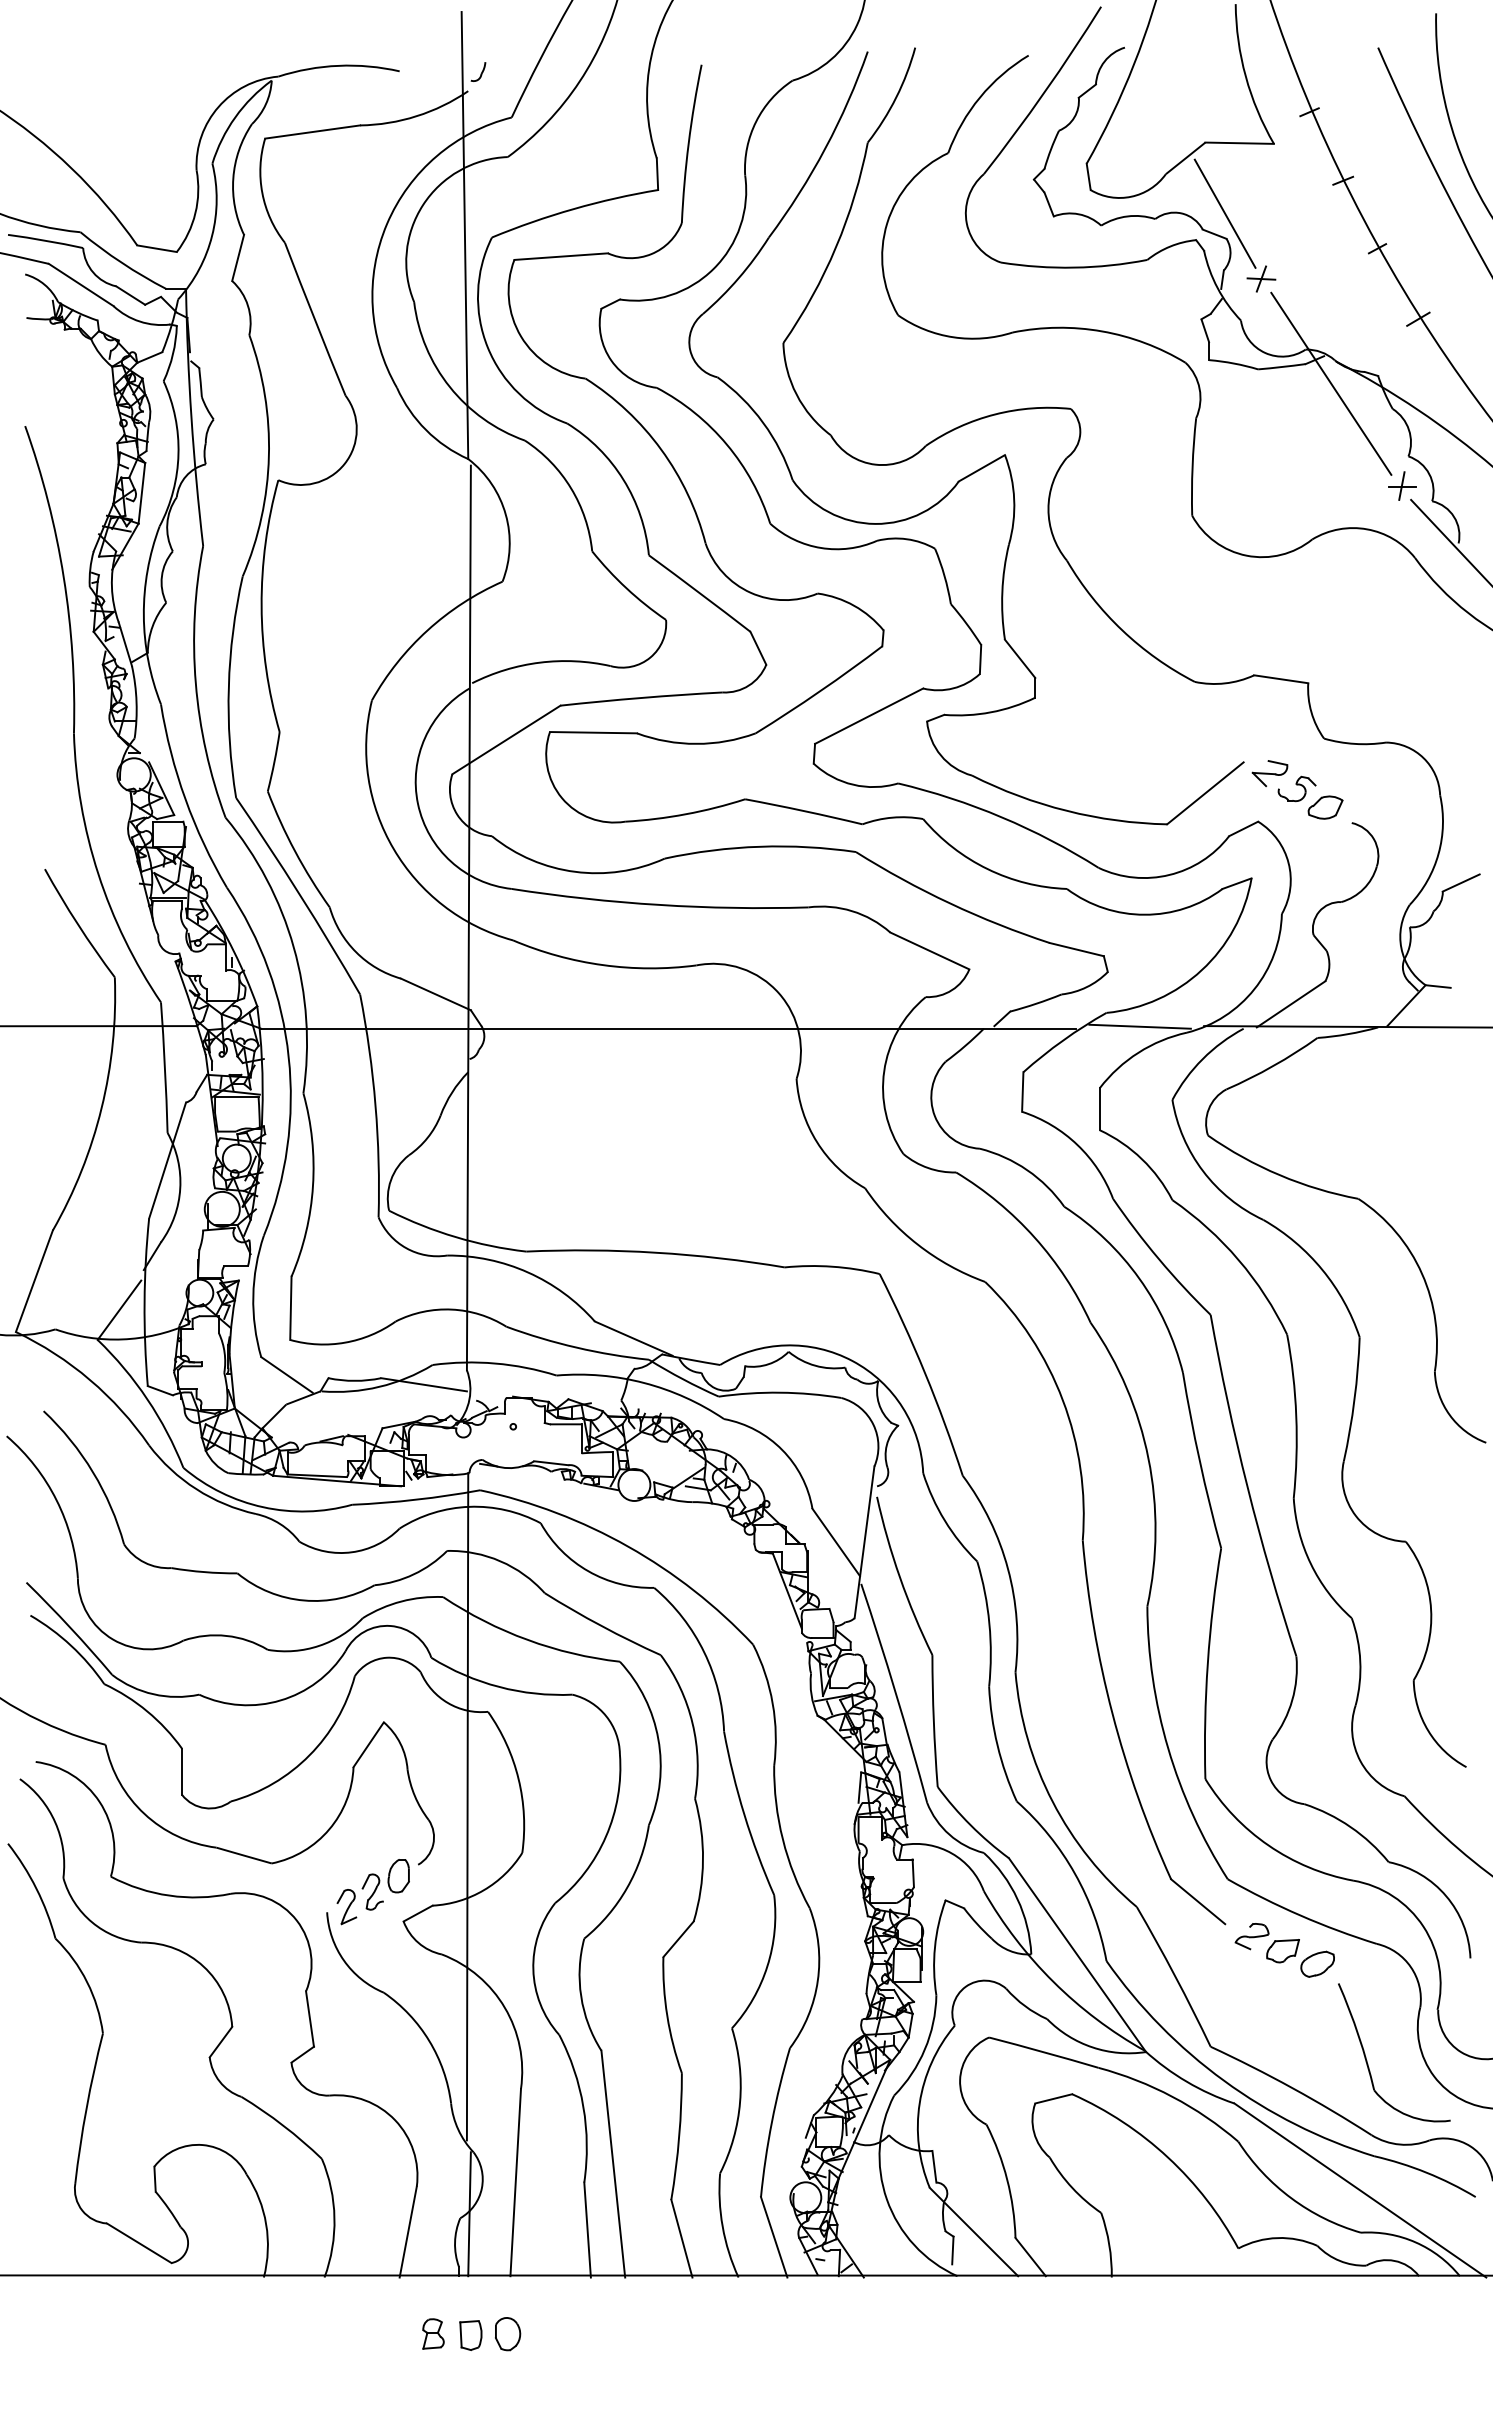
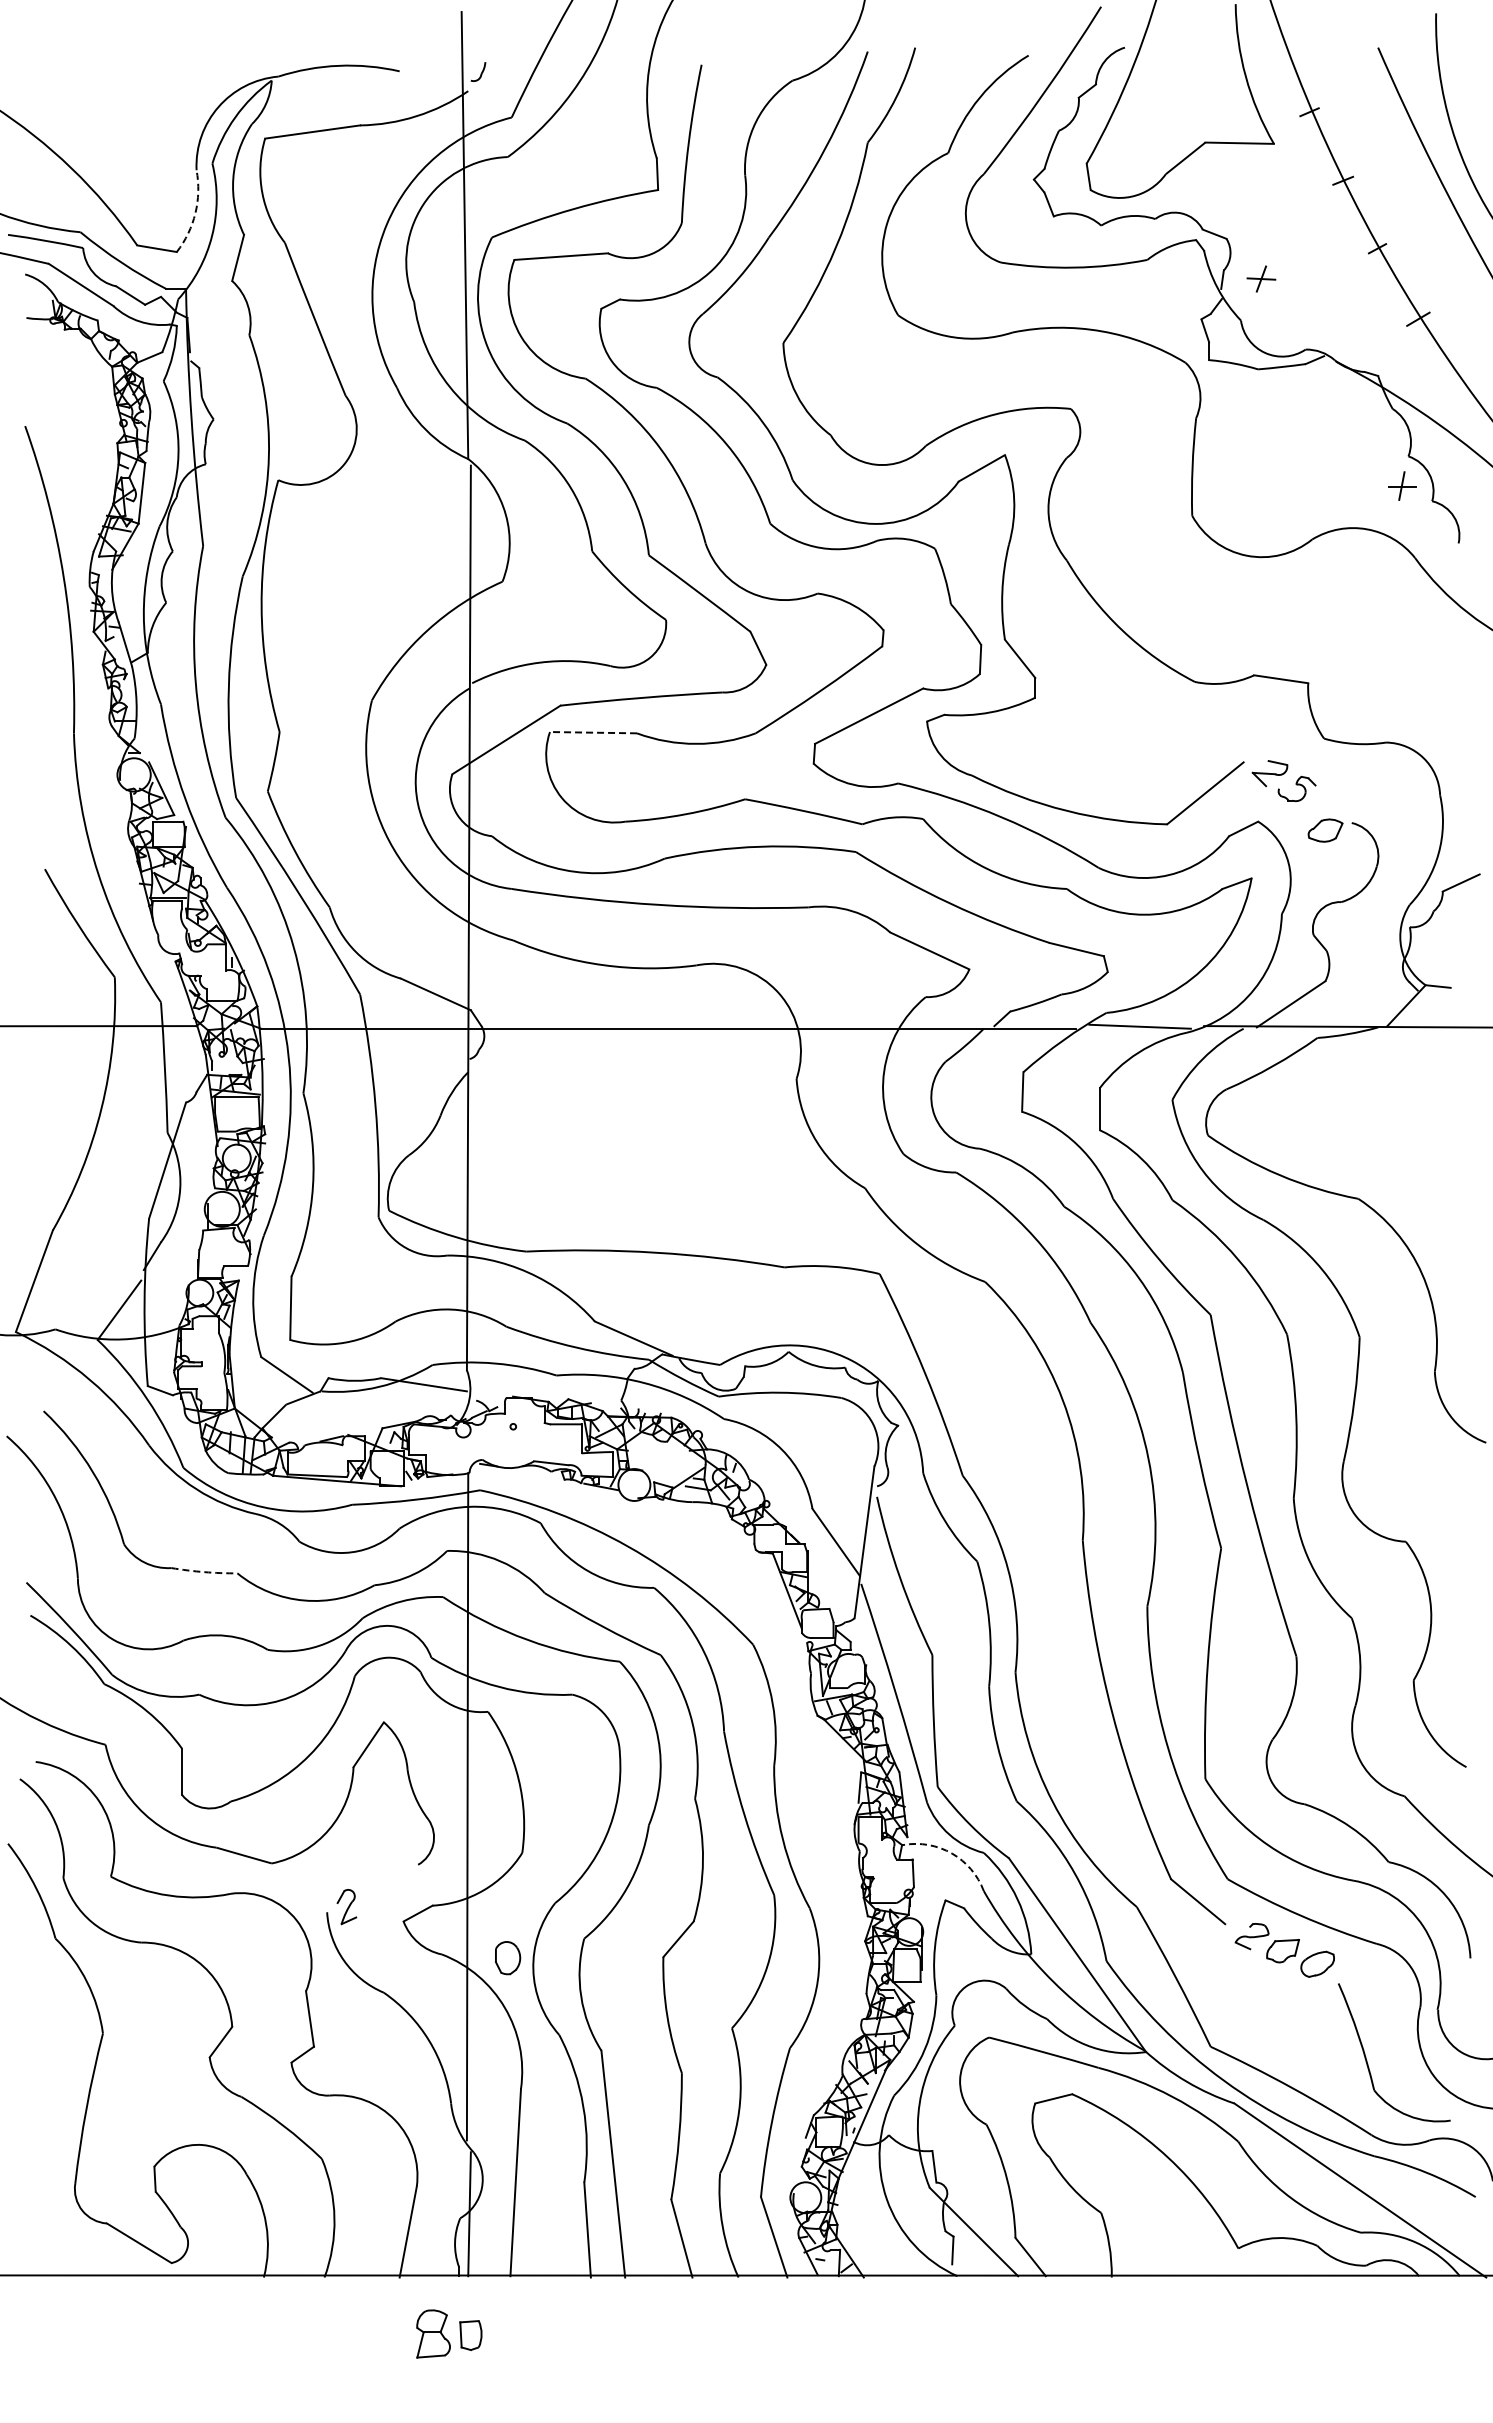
arc at (195, 213): solid -> dashed
line at (1224, 213): present -> none
line at (1331, 383): present -> none
line at (1450, 541): present -> none
line at (593, 732): solid -> dashed
part at (1325, 807) position: (1325, 807) -> (1325, 830)
arc at (204, 1572): solid -> dashed
arc at (951, 1853): solid -> dashed
part at (385, 1884): present -> none
part at (433, 2333) size: 23x32 px -> 35x50 px
part at (508, 2334) position: (508, 2334) -> (508, 1958)
